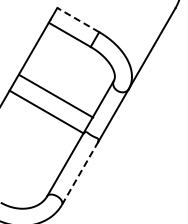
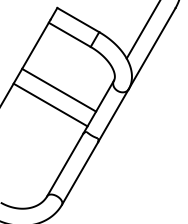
line at (77, 19): dashed -> solid
line at (142, 30): none -> present
line at (56, 95) position: (56, 95) -> (59, 89)
line at (46, 111) position: (46, 111) -> (50, 104)
line at (80, 173): dashed -> solid
